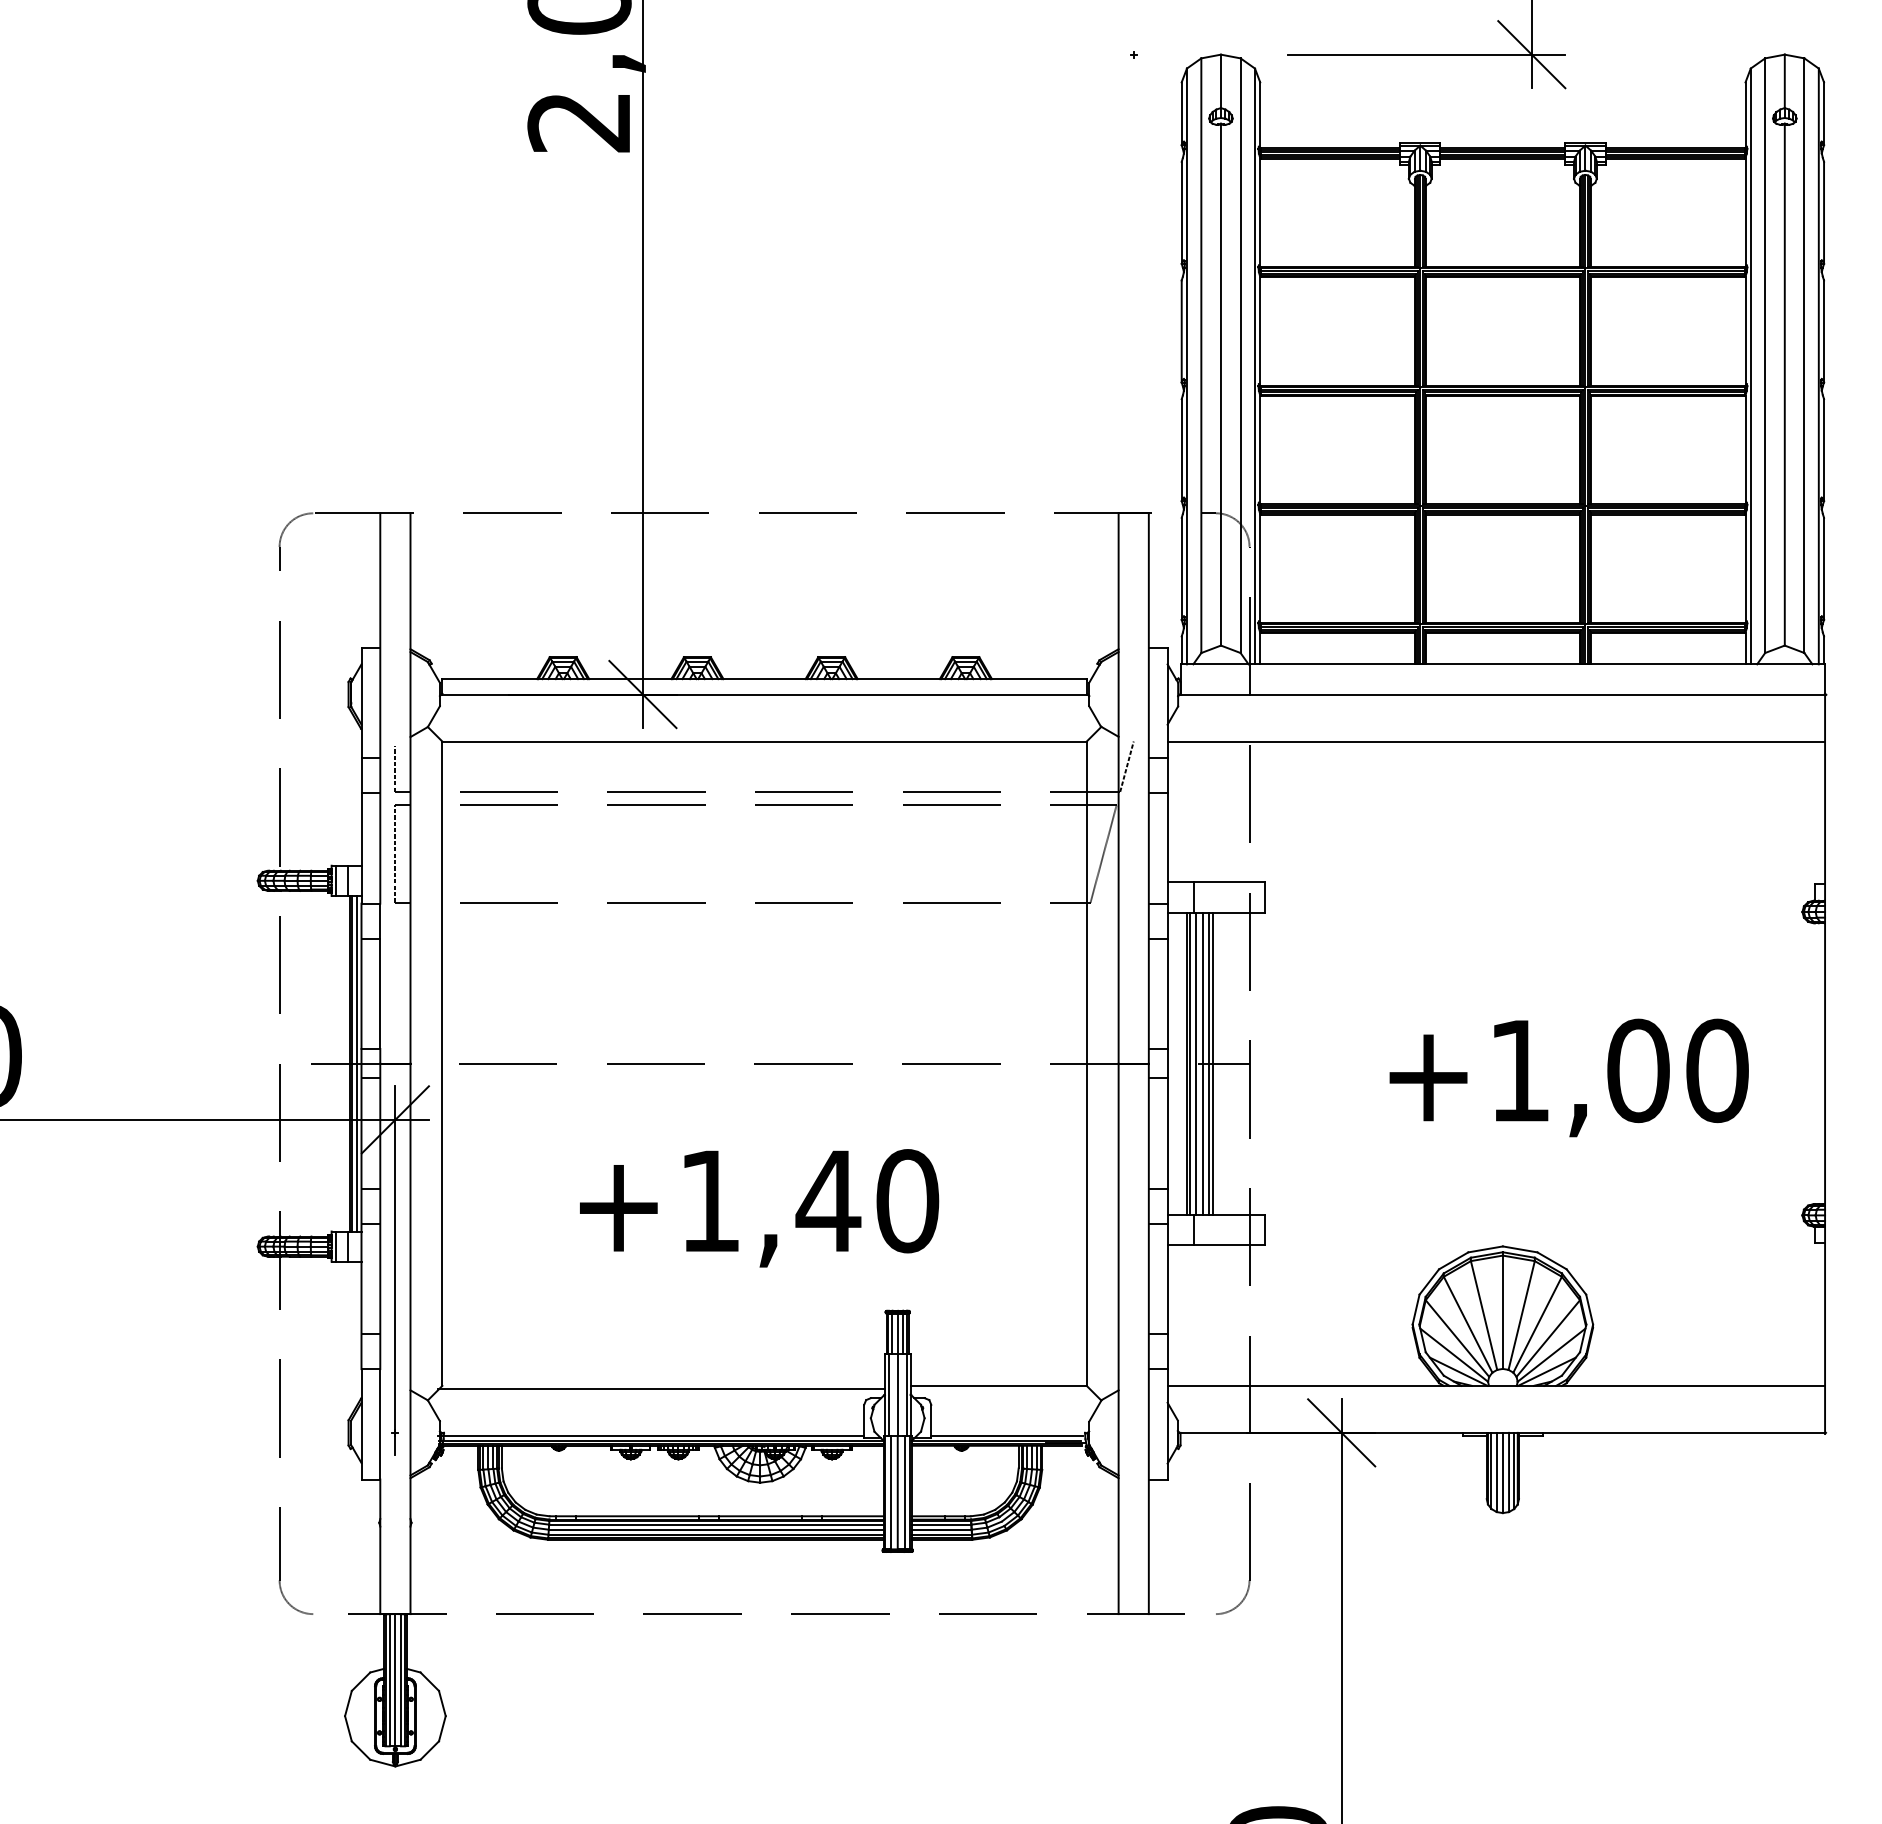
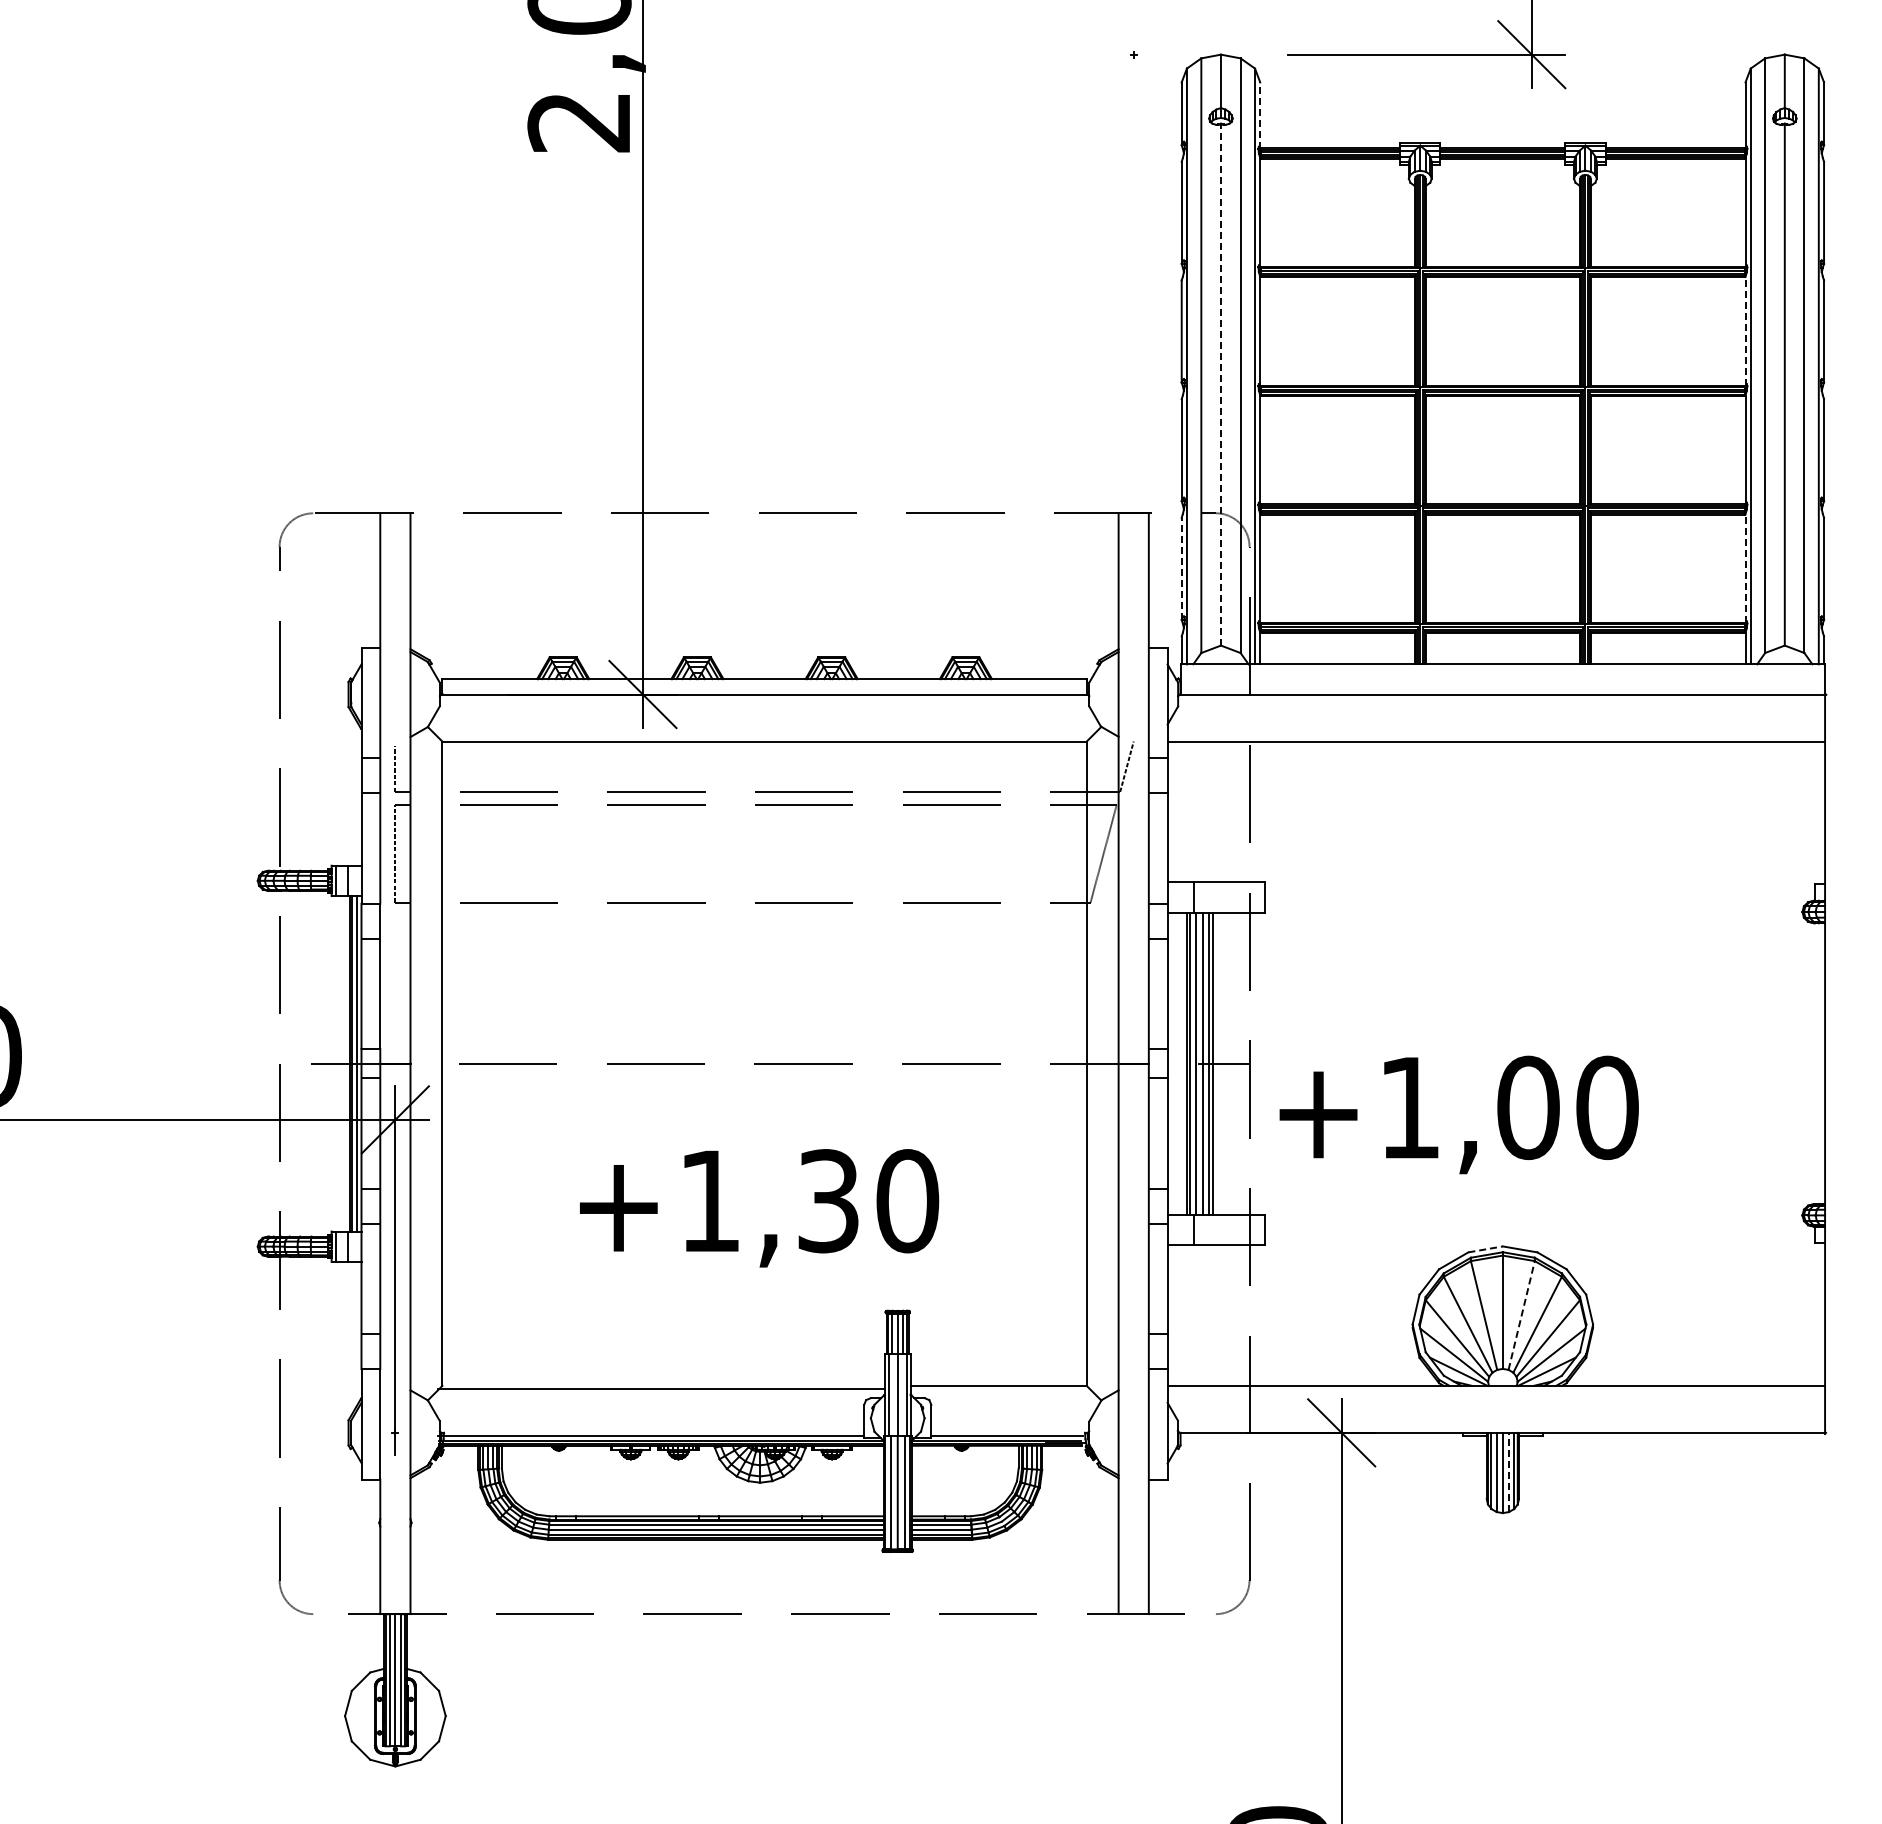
line at (1260, 115): solid -> dashed
line at (1745, 331): solid -> dashed
line at (1220, 384): solid -> dashed
line at (1181, 568): solid -> dashed
line at (1745, 568): solid -> dashed
text at (1568, 1077) position: (1568, 1077) -> (1458, 1114)
text at (828, 1201): +1,40 -> +1,30
line at (1485, 1249): solid -> dashed
line at (1521, 1315): solid -> dashed
line at (1509, 1472): solid -> dashed
